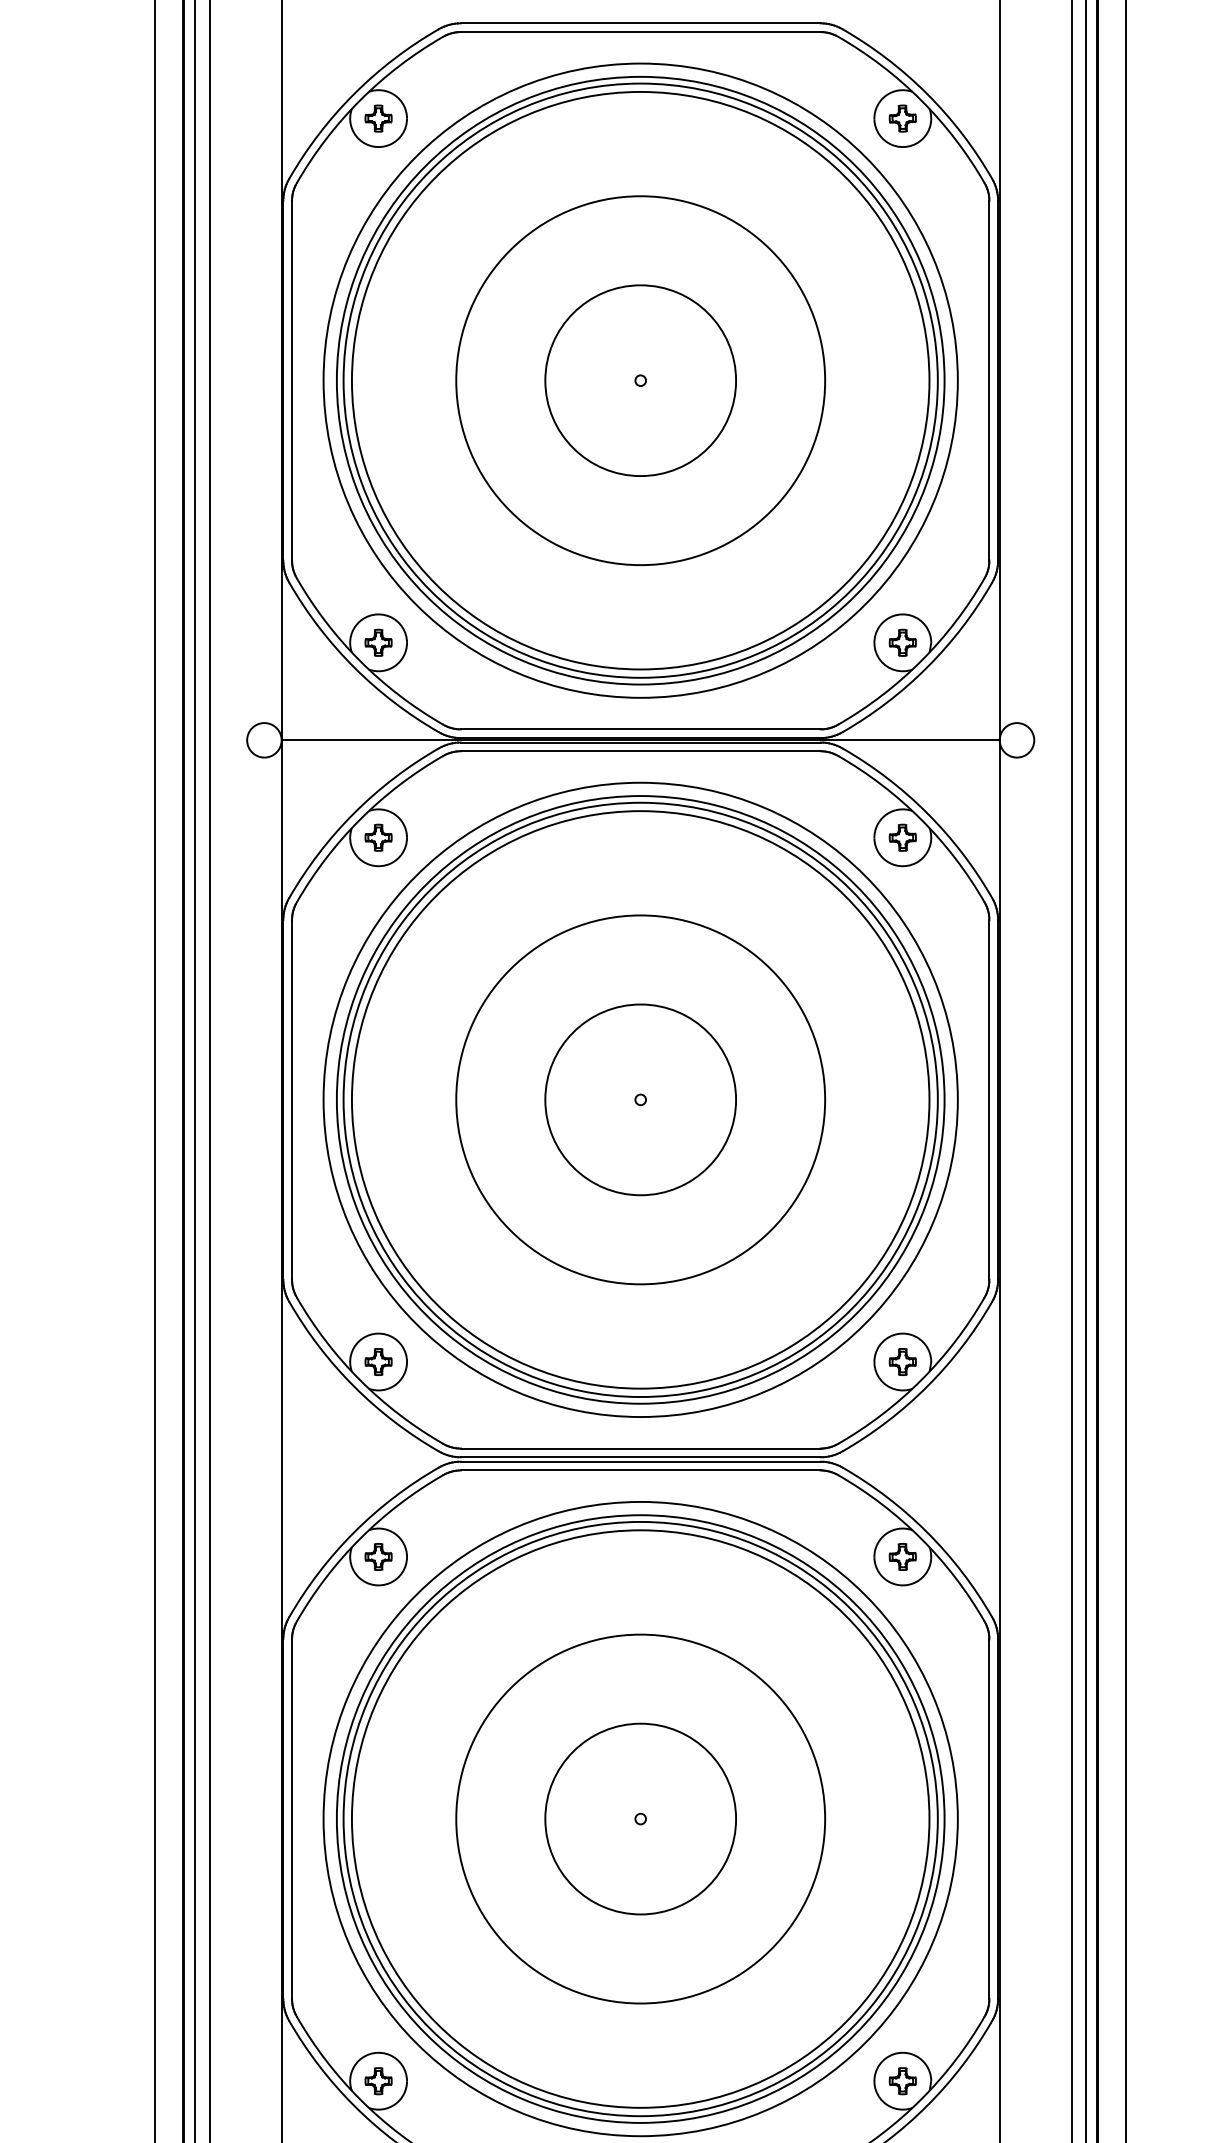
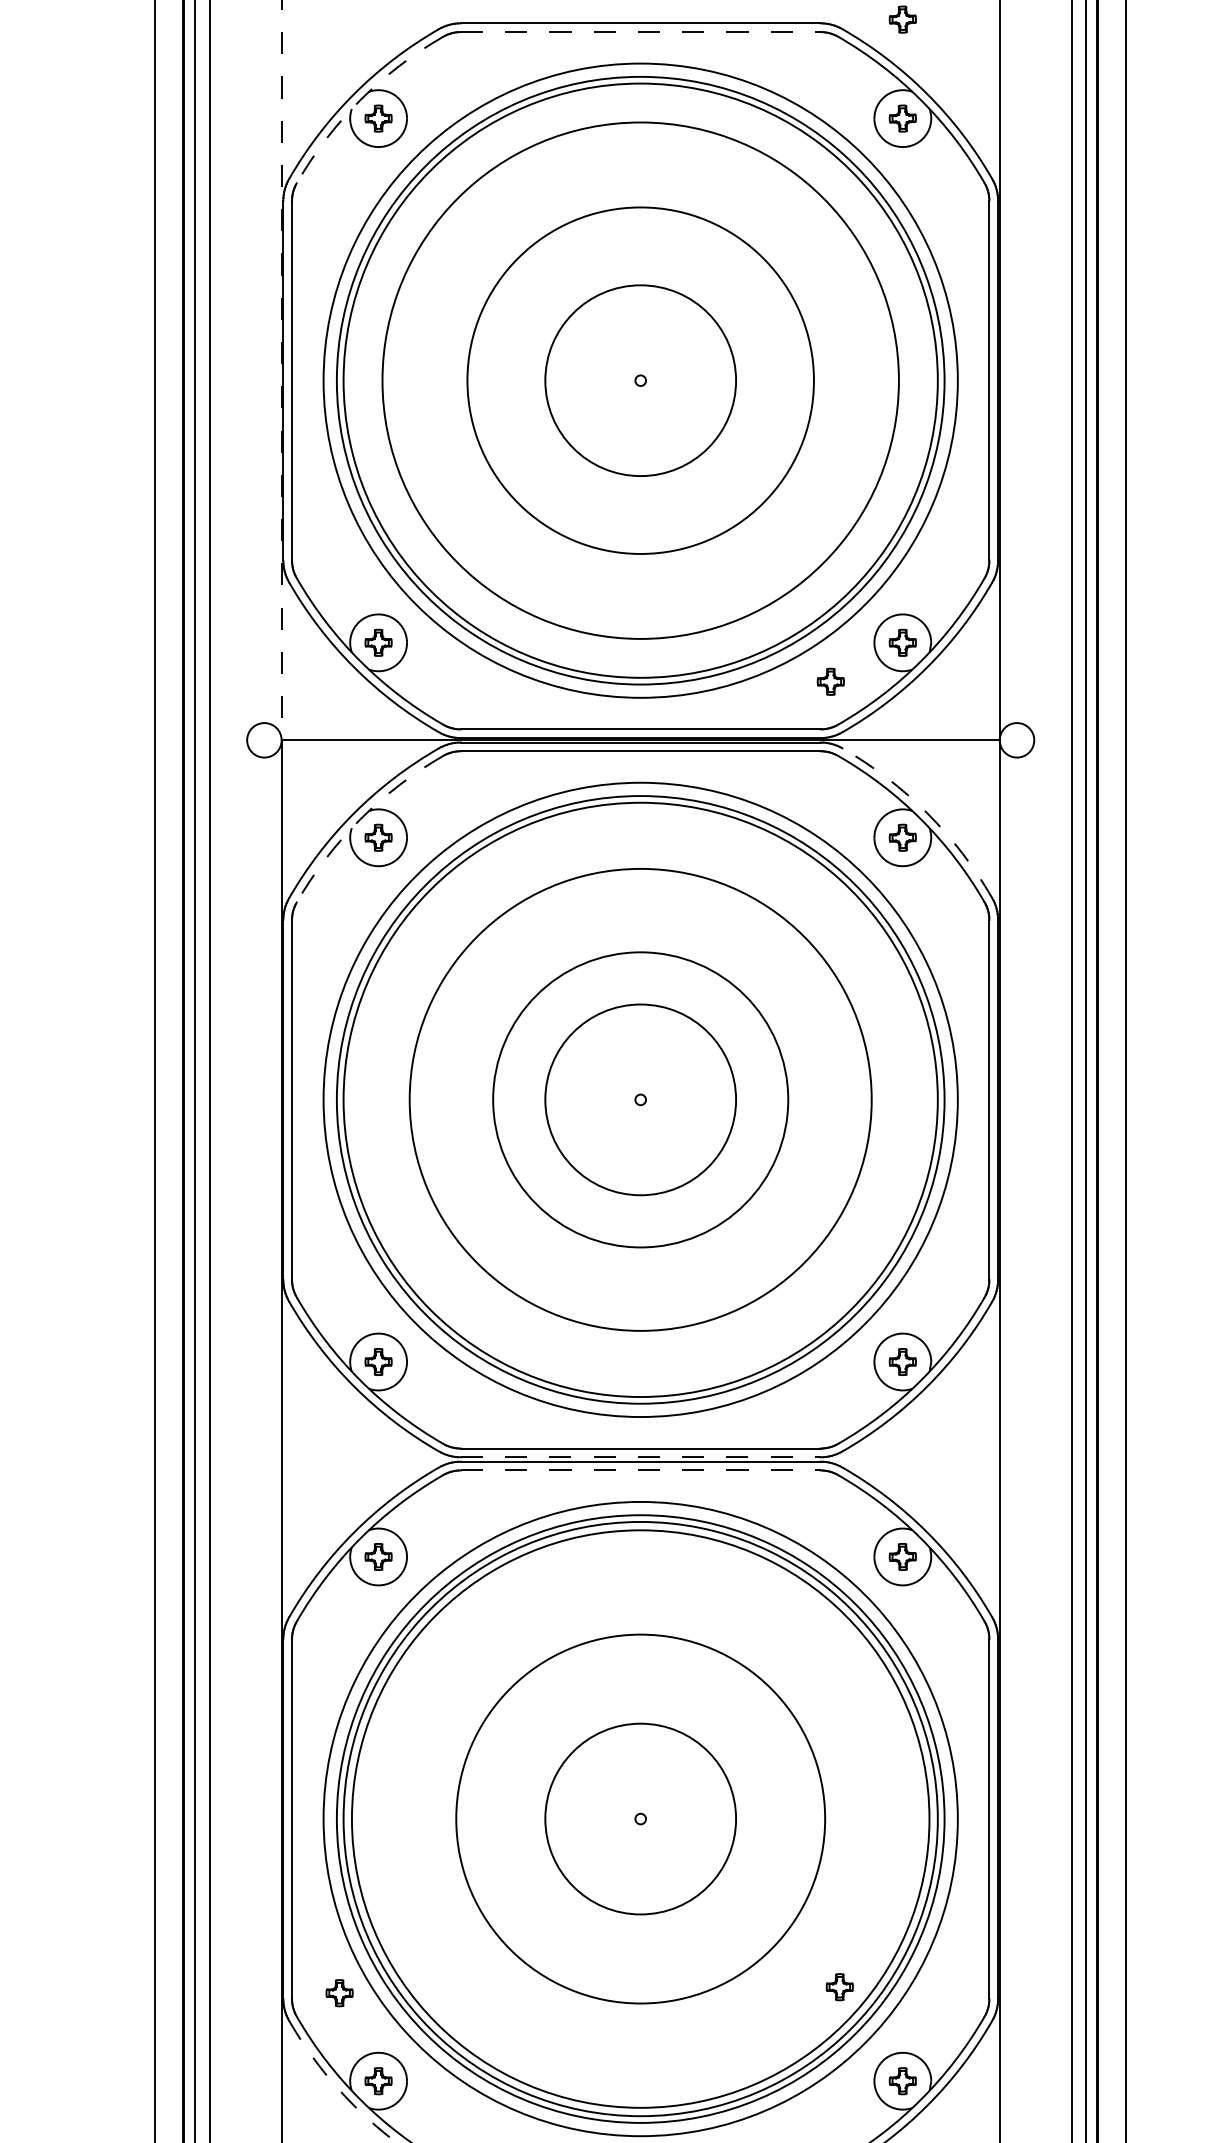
part at (902, 19): none -> present
line at (640, 32): solid -> dashed
arc at (360, 100): solid -> dashed
line at (281, 370): solid -> dashed
circle at (640, 380) diameter: 369 px -> 516 px
circle at (640, 380) diameter: 578 px -> 347 px
part at (830, 681): none -> present
arc at (927, 813): solid -> dashed
arc at (360, 819): solid -> dashed
circle at (640, 1099) diameter: 369 px -> 295 px
circle at (640, 1099) diameter: 578 px -> 462 px
line at (640, 1457): solid -> dashed
line at (640, 1470): solid -> dashed
part at (839, 1987): none -> present
part at (339, 1993): none -> present
arc at (337, 2087): solid -> dashed
